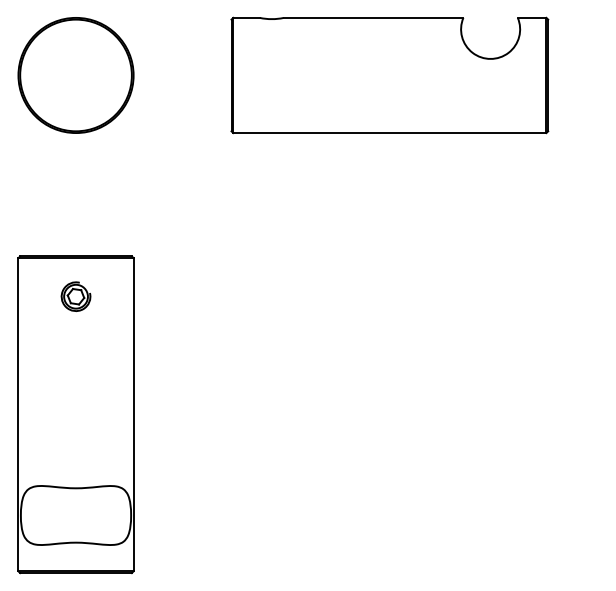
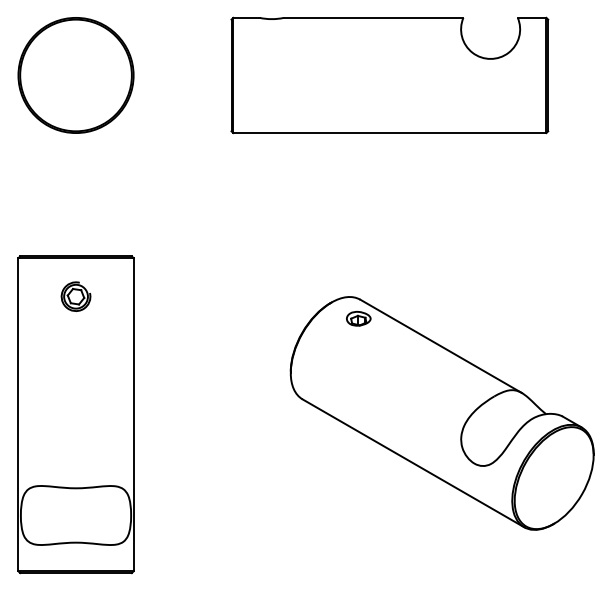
part at (441, 413): none -> present
